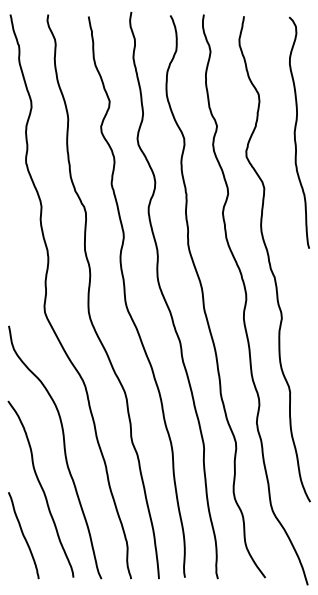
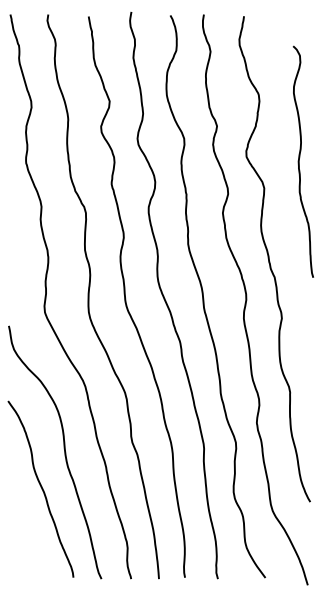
curve at (295, 132) position: (295, 132) -> (299, 161)
curve at (23, 535): present -> none
